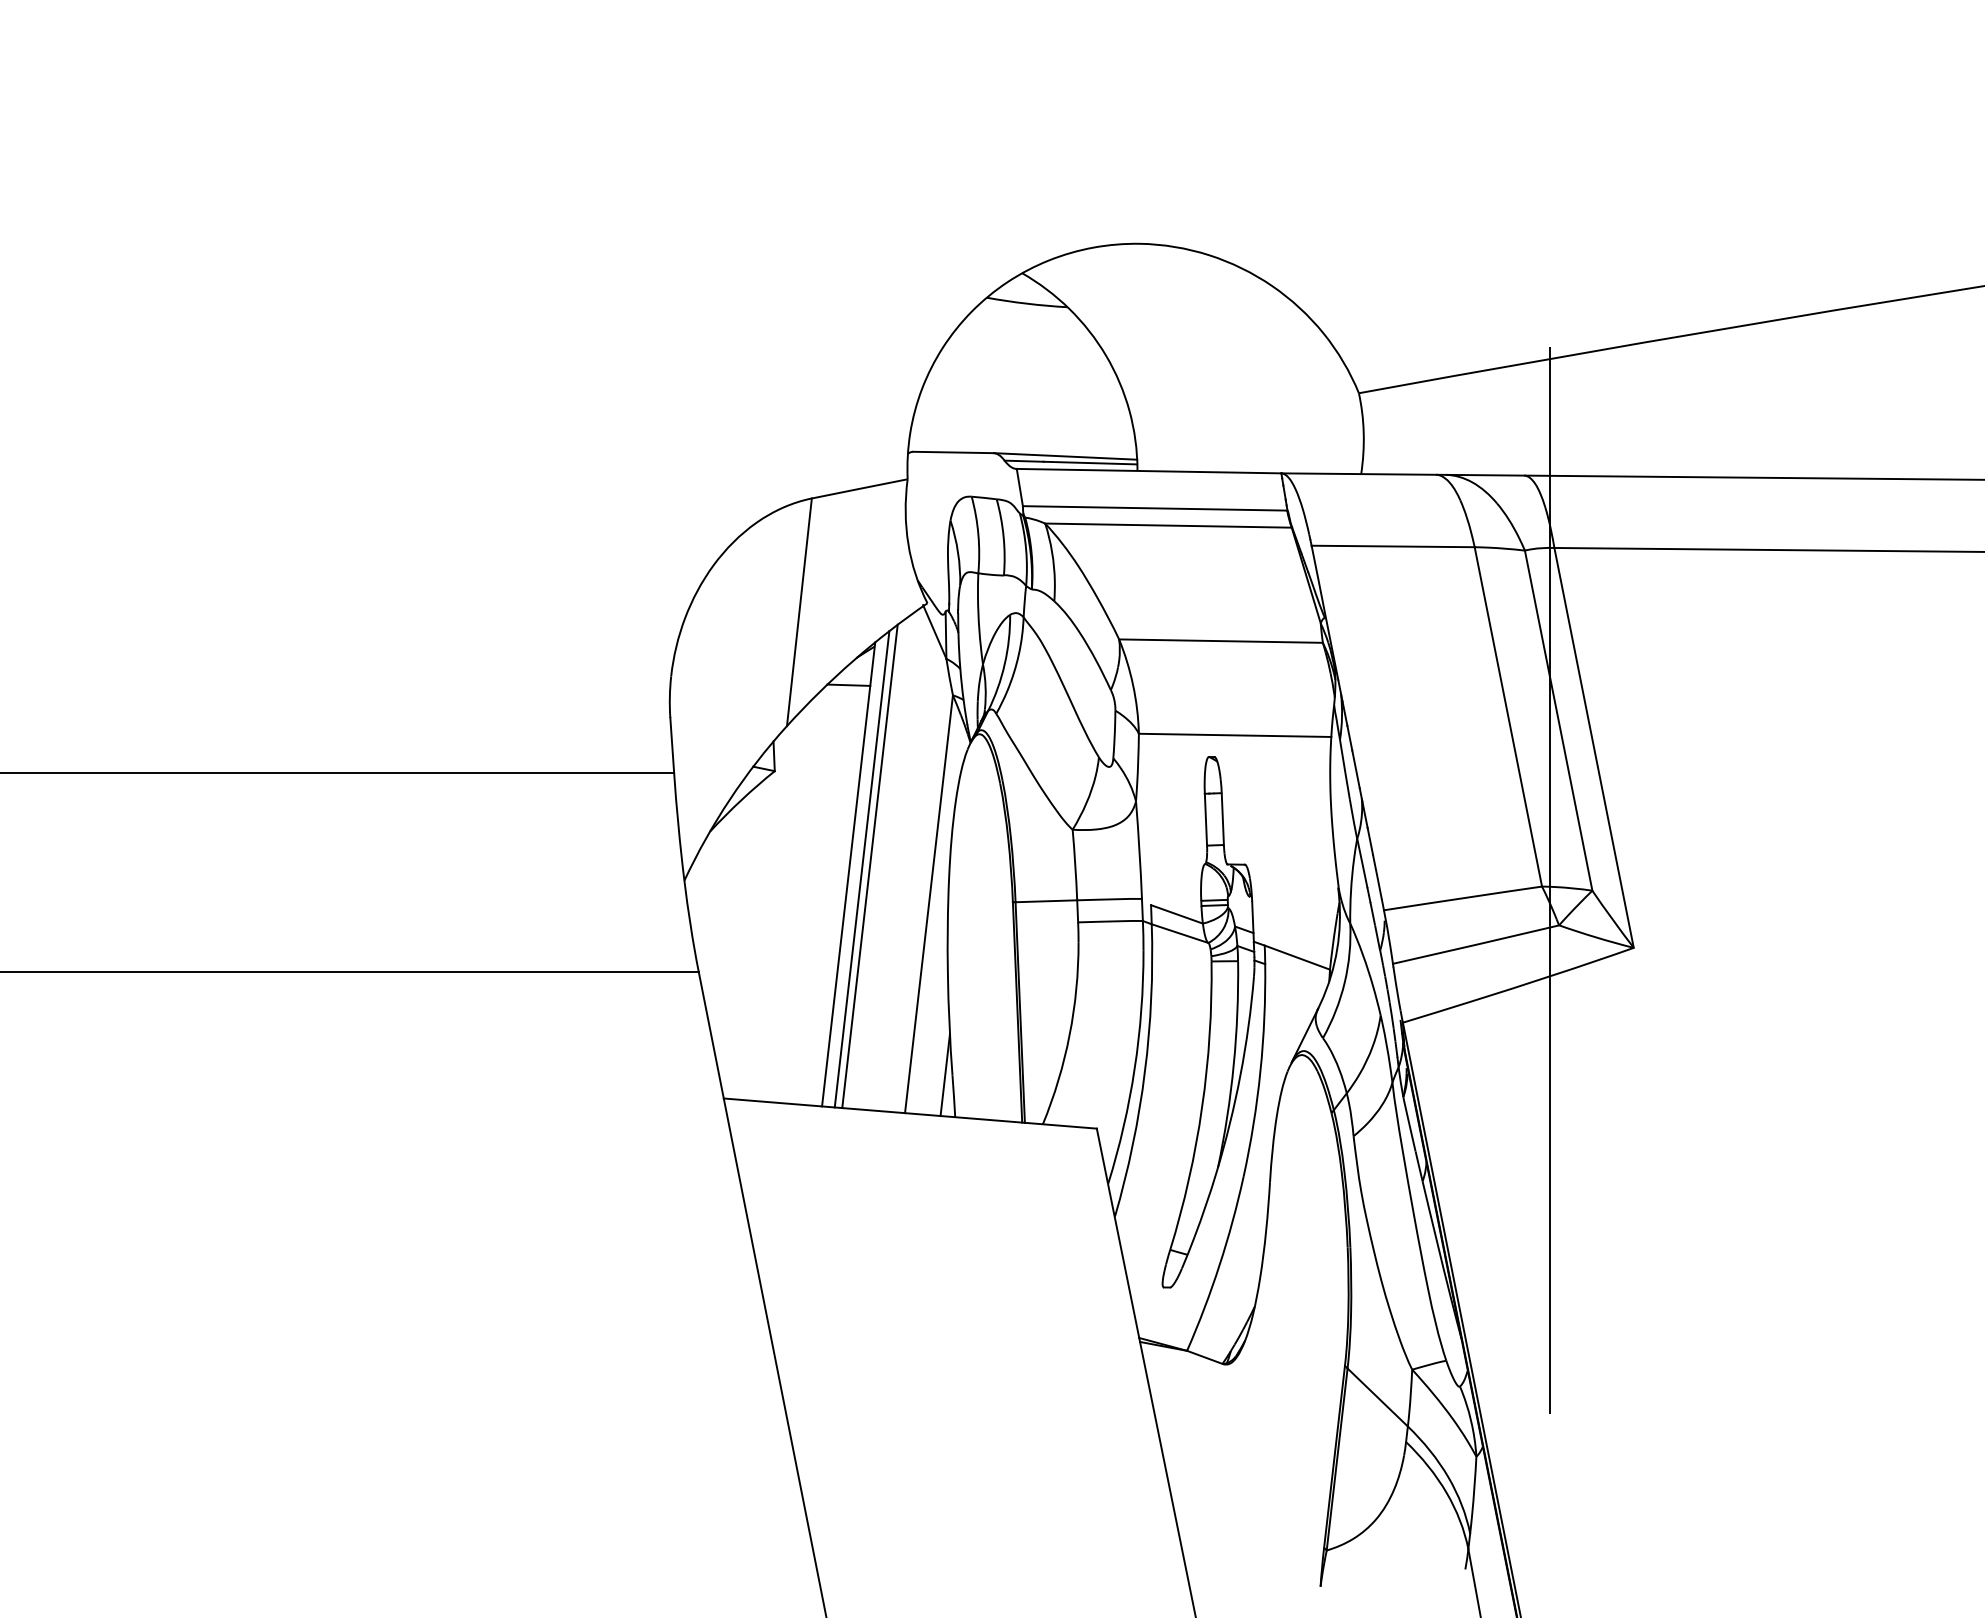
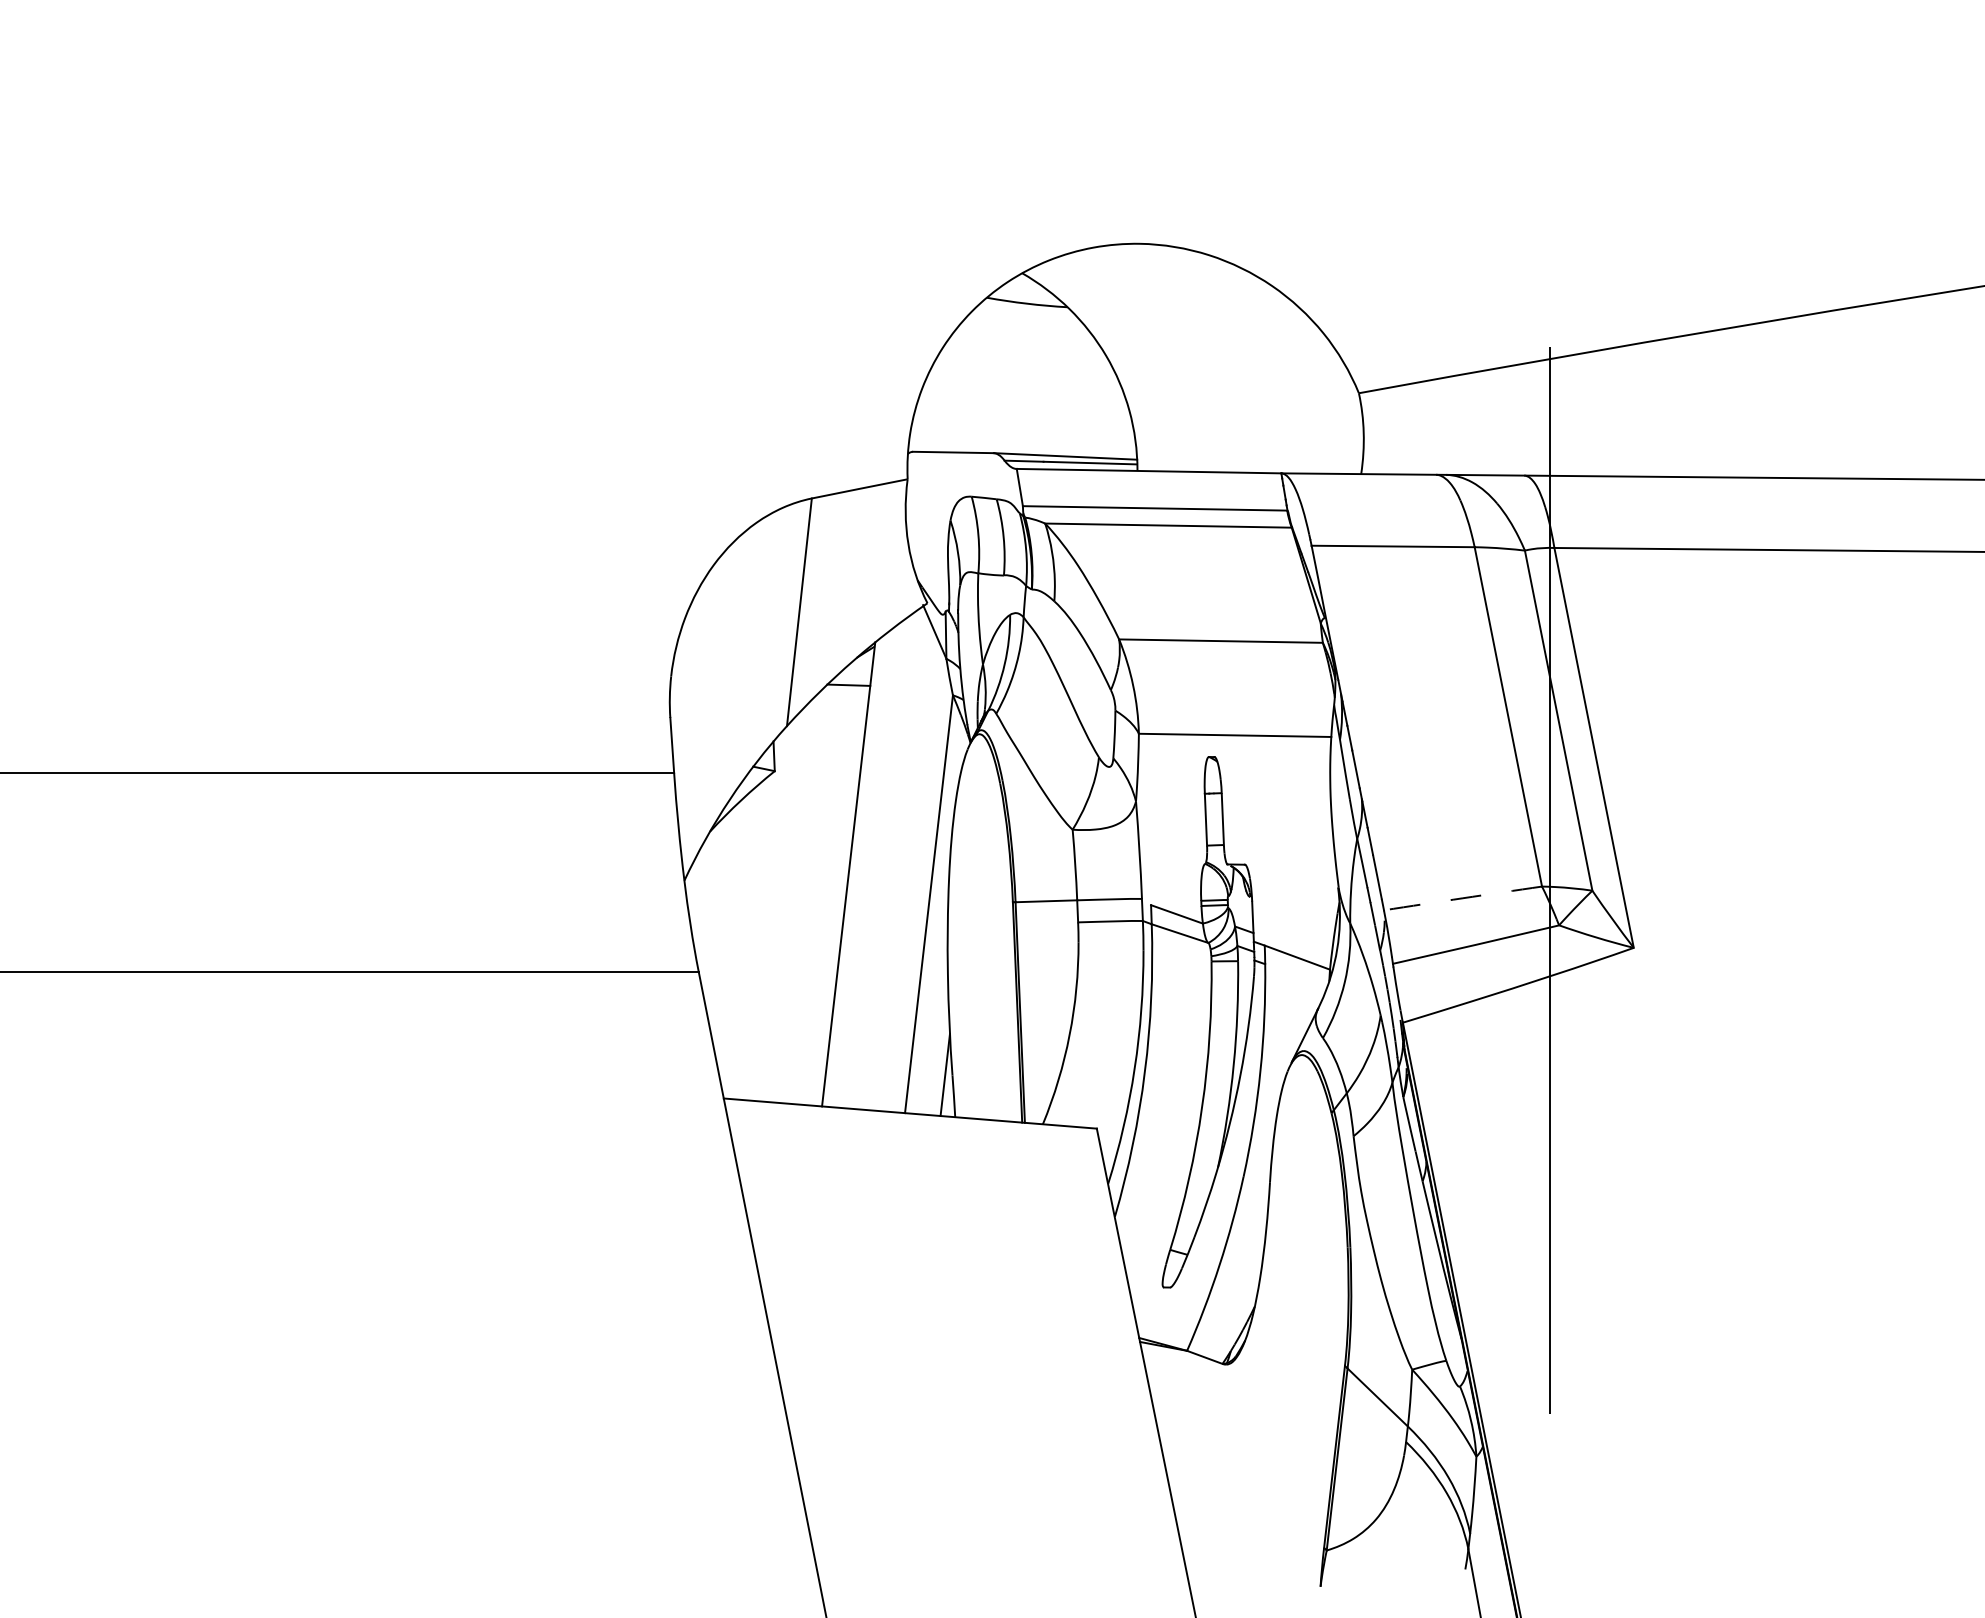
line at (869, 866): present -> none
line at (861, 869): present -> none
arc at (1462, 898): solid -> dashed
